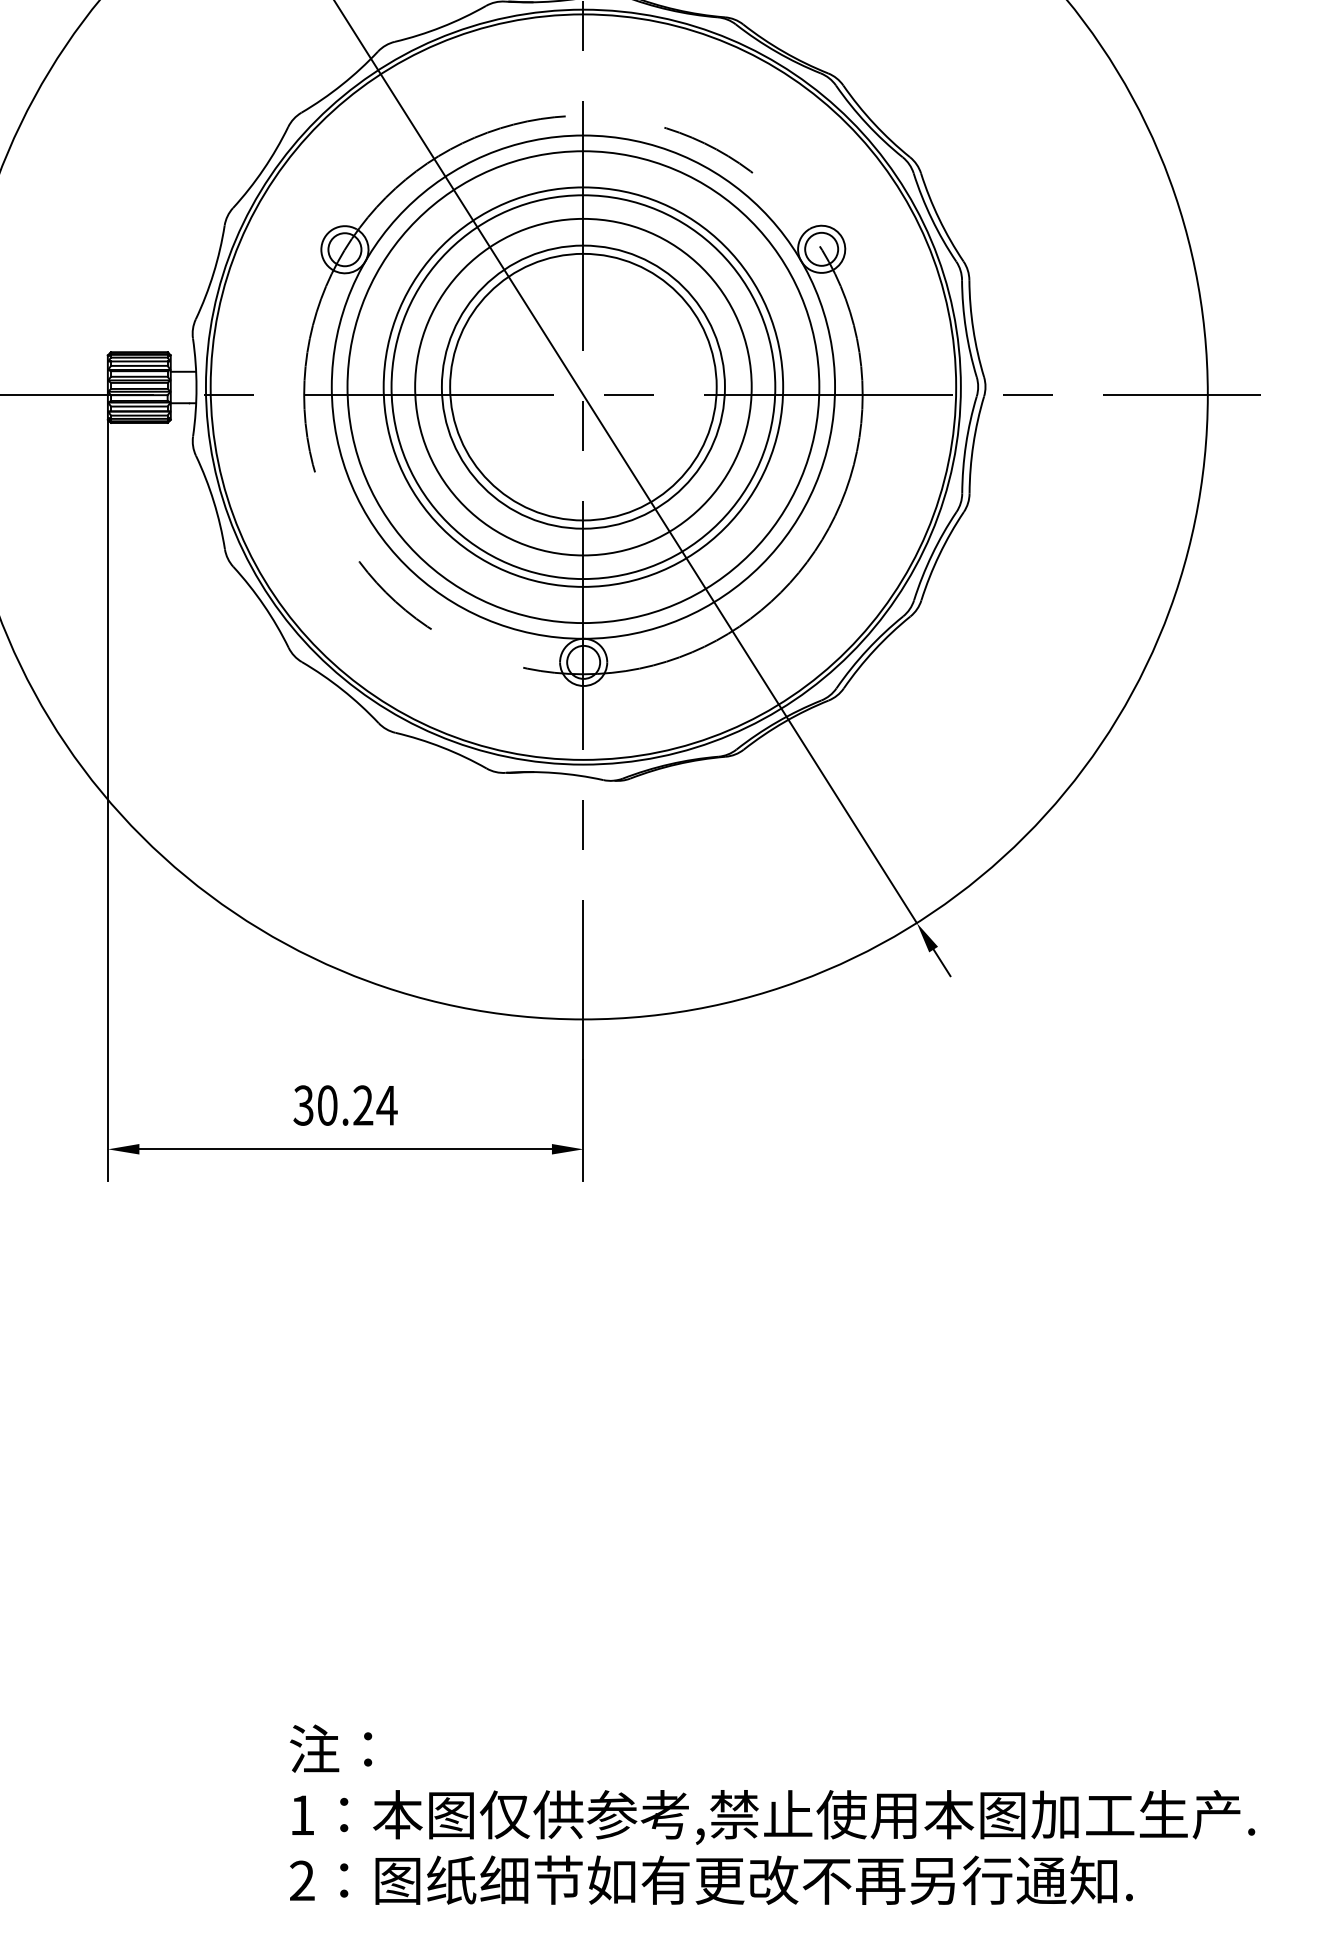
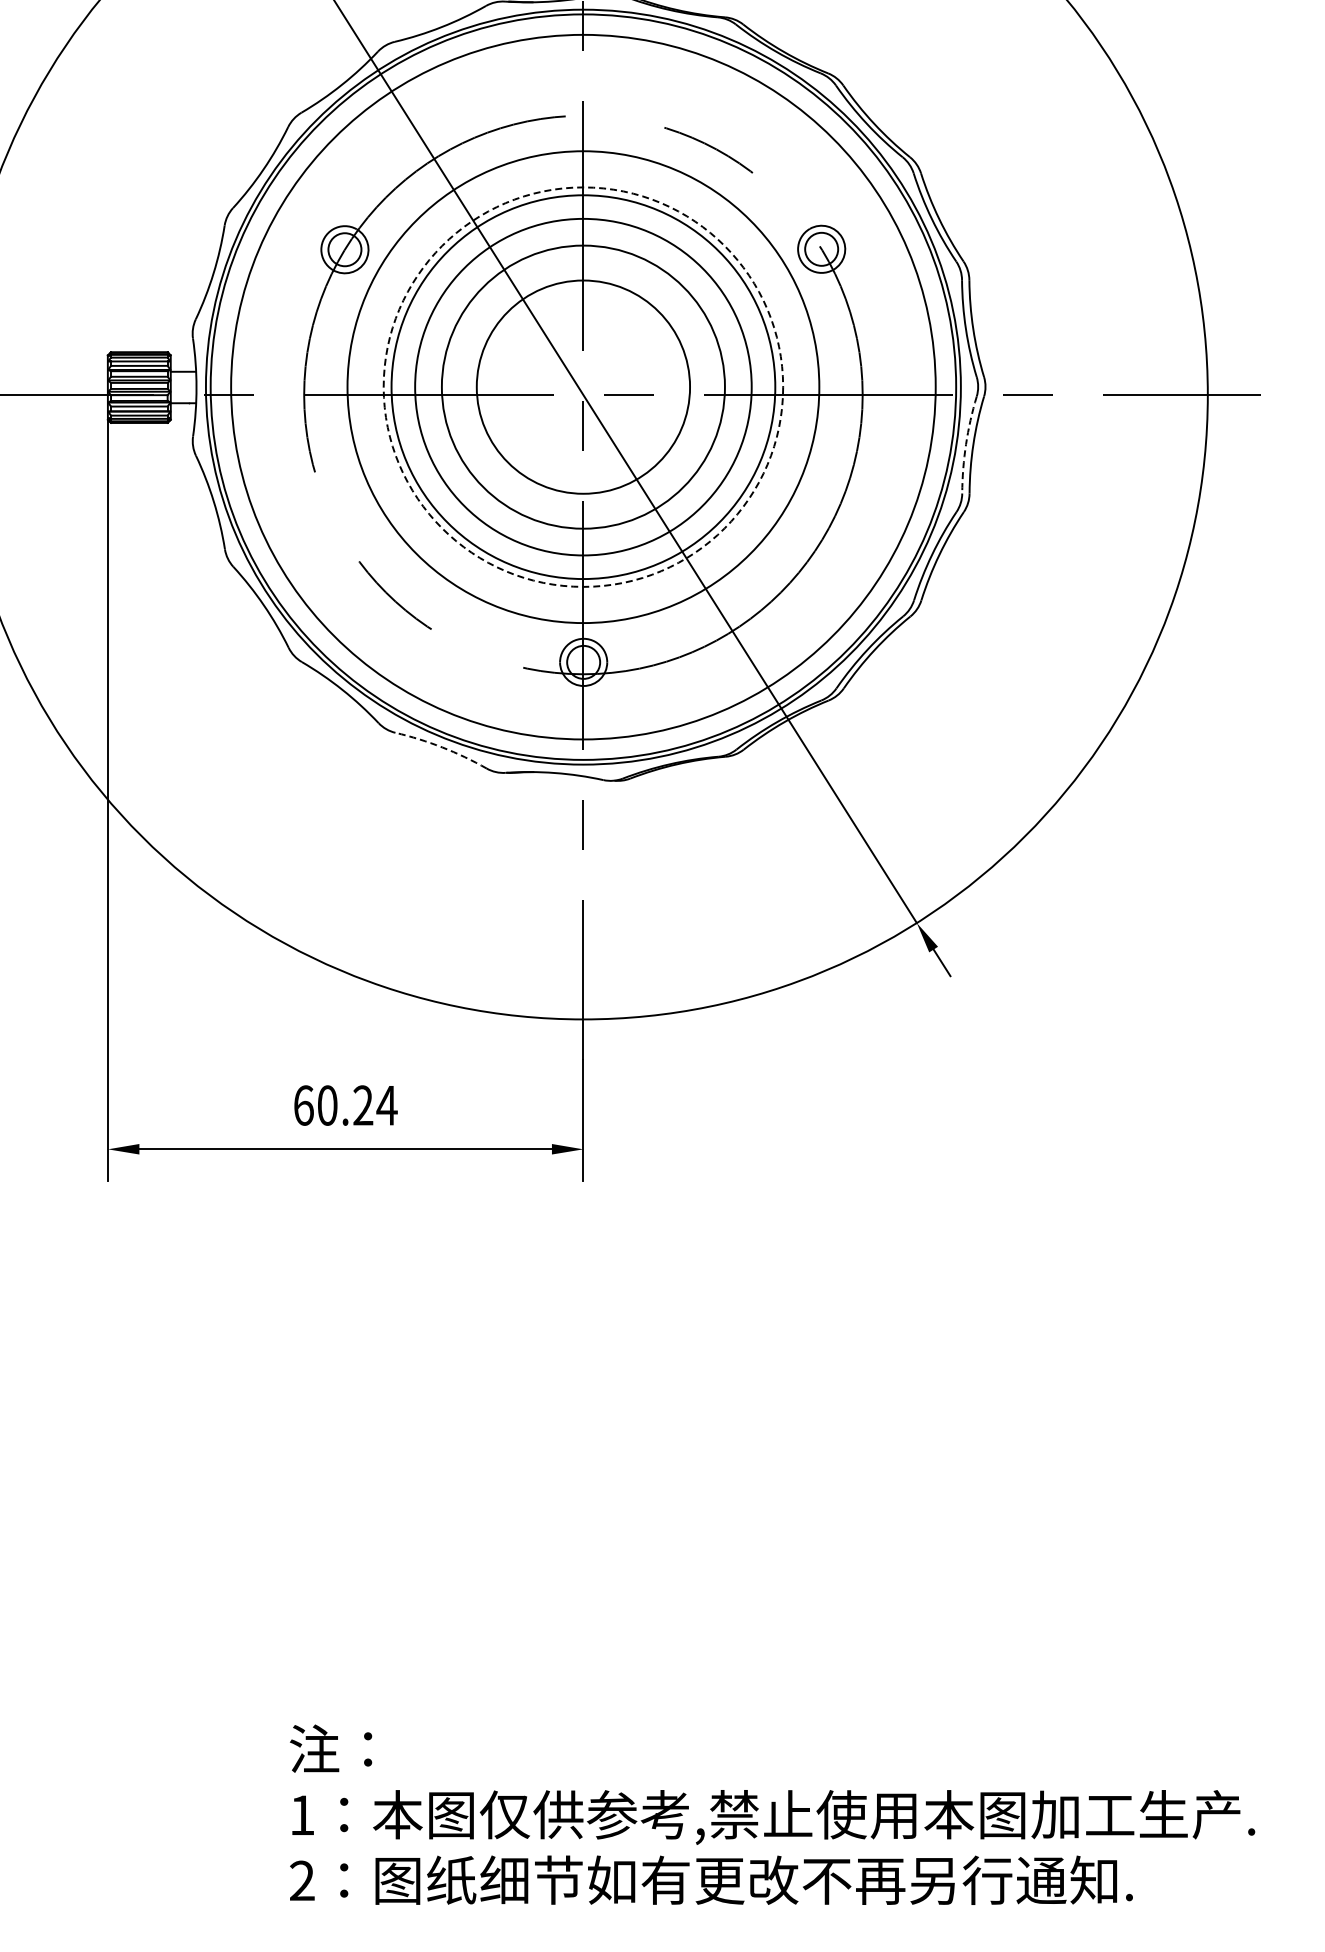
circle at (583, 386) diameter: 267 px -> 213 px
circle at (583, 386) diameter: 503 px -> 705 px
circle at (583, 386): solid -> dashed
arc at (966, 444): solid -> dashed
arc at (442, 747): solid -> dashed
text at (303, 1105): 30.24 -> 60.24
